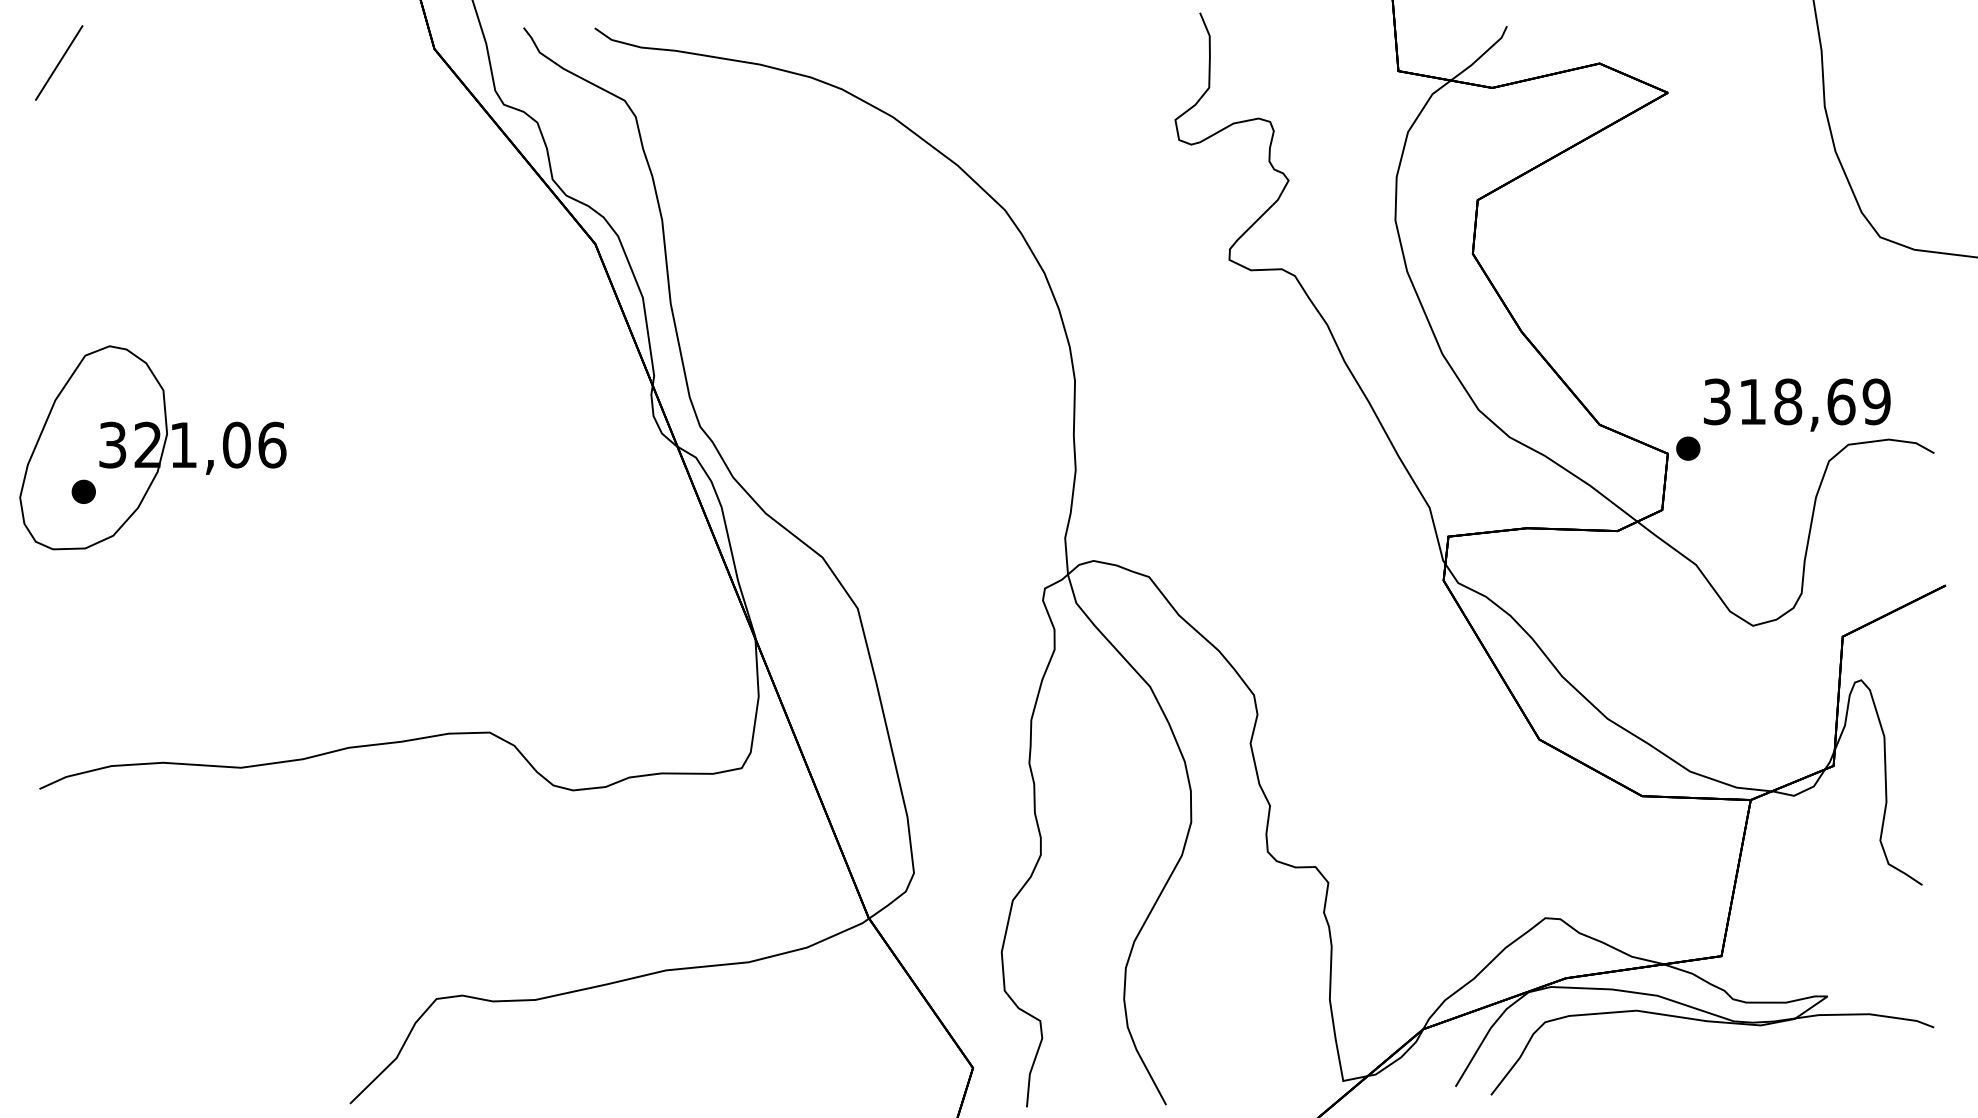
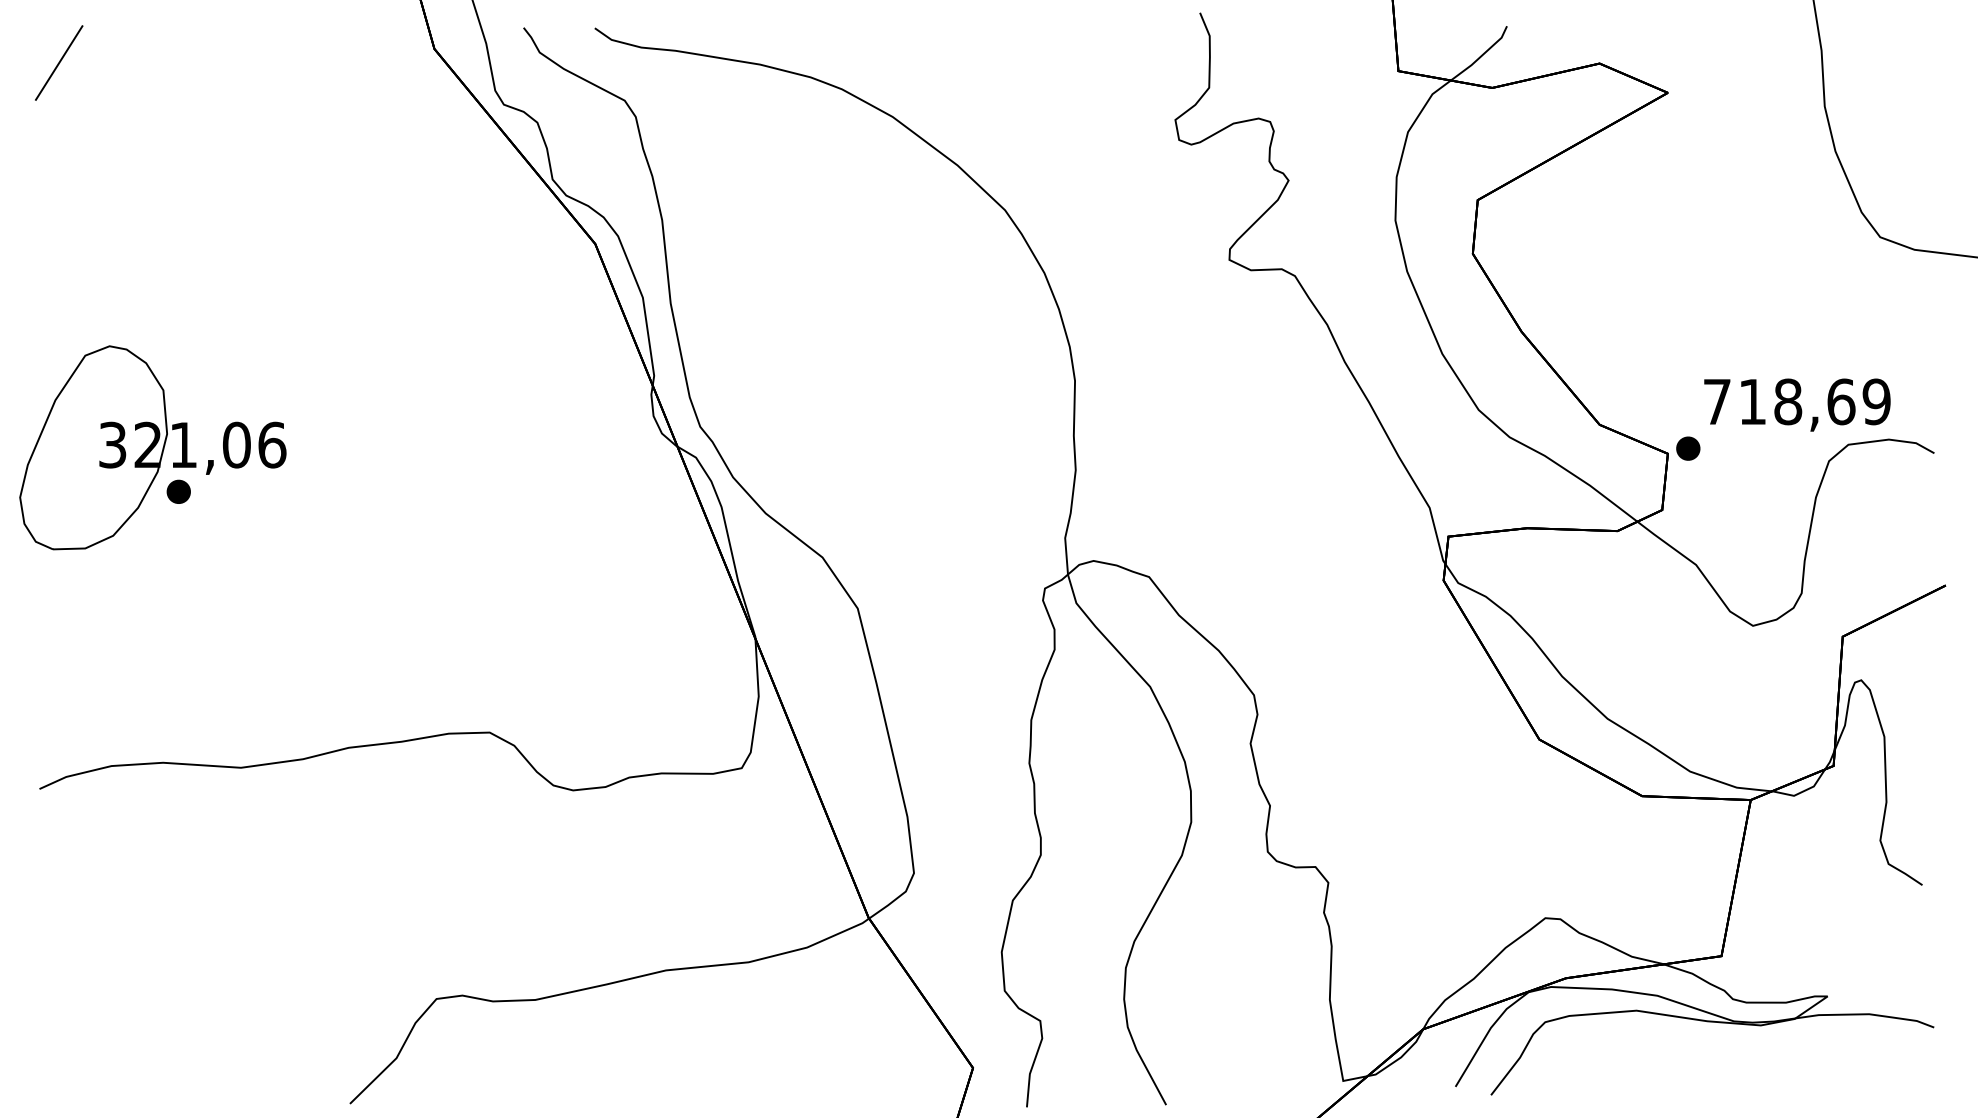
text at (1717, 401): 318,69 -> 718,69
part at (83, 491) position: (83, 491) -> (178, 491)
